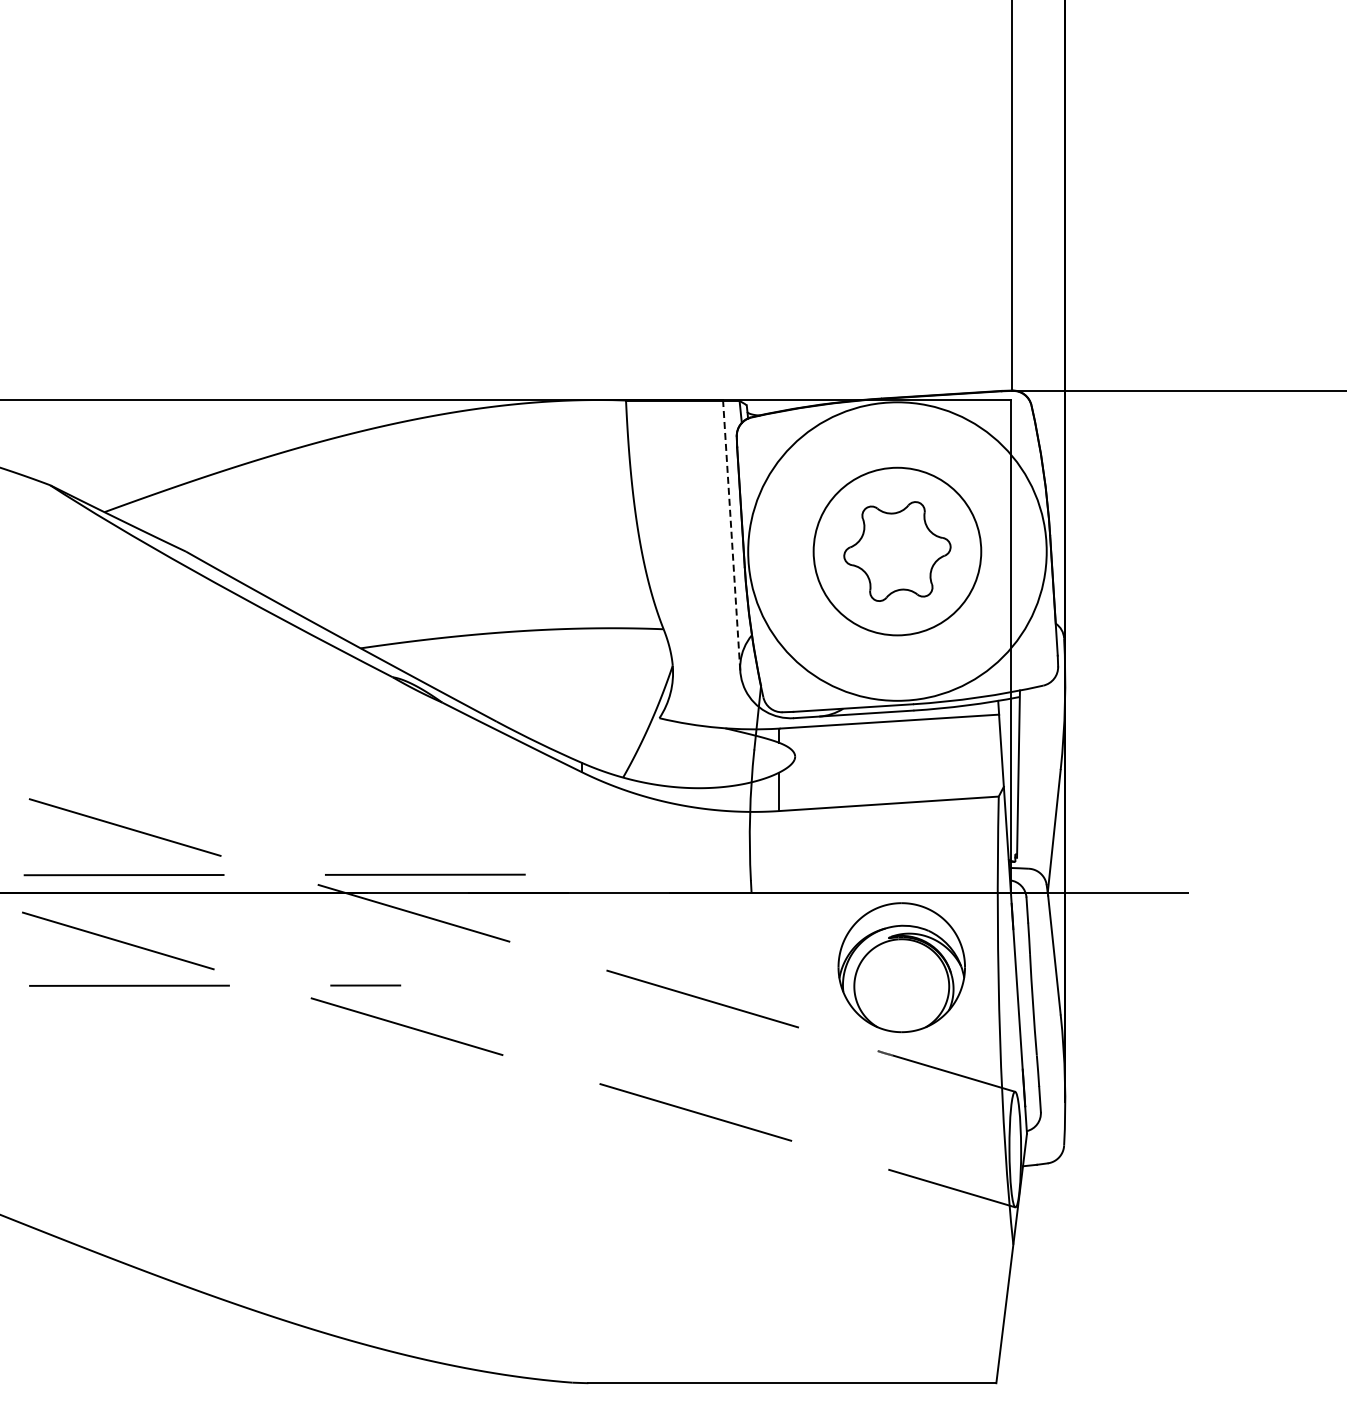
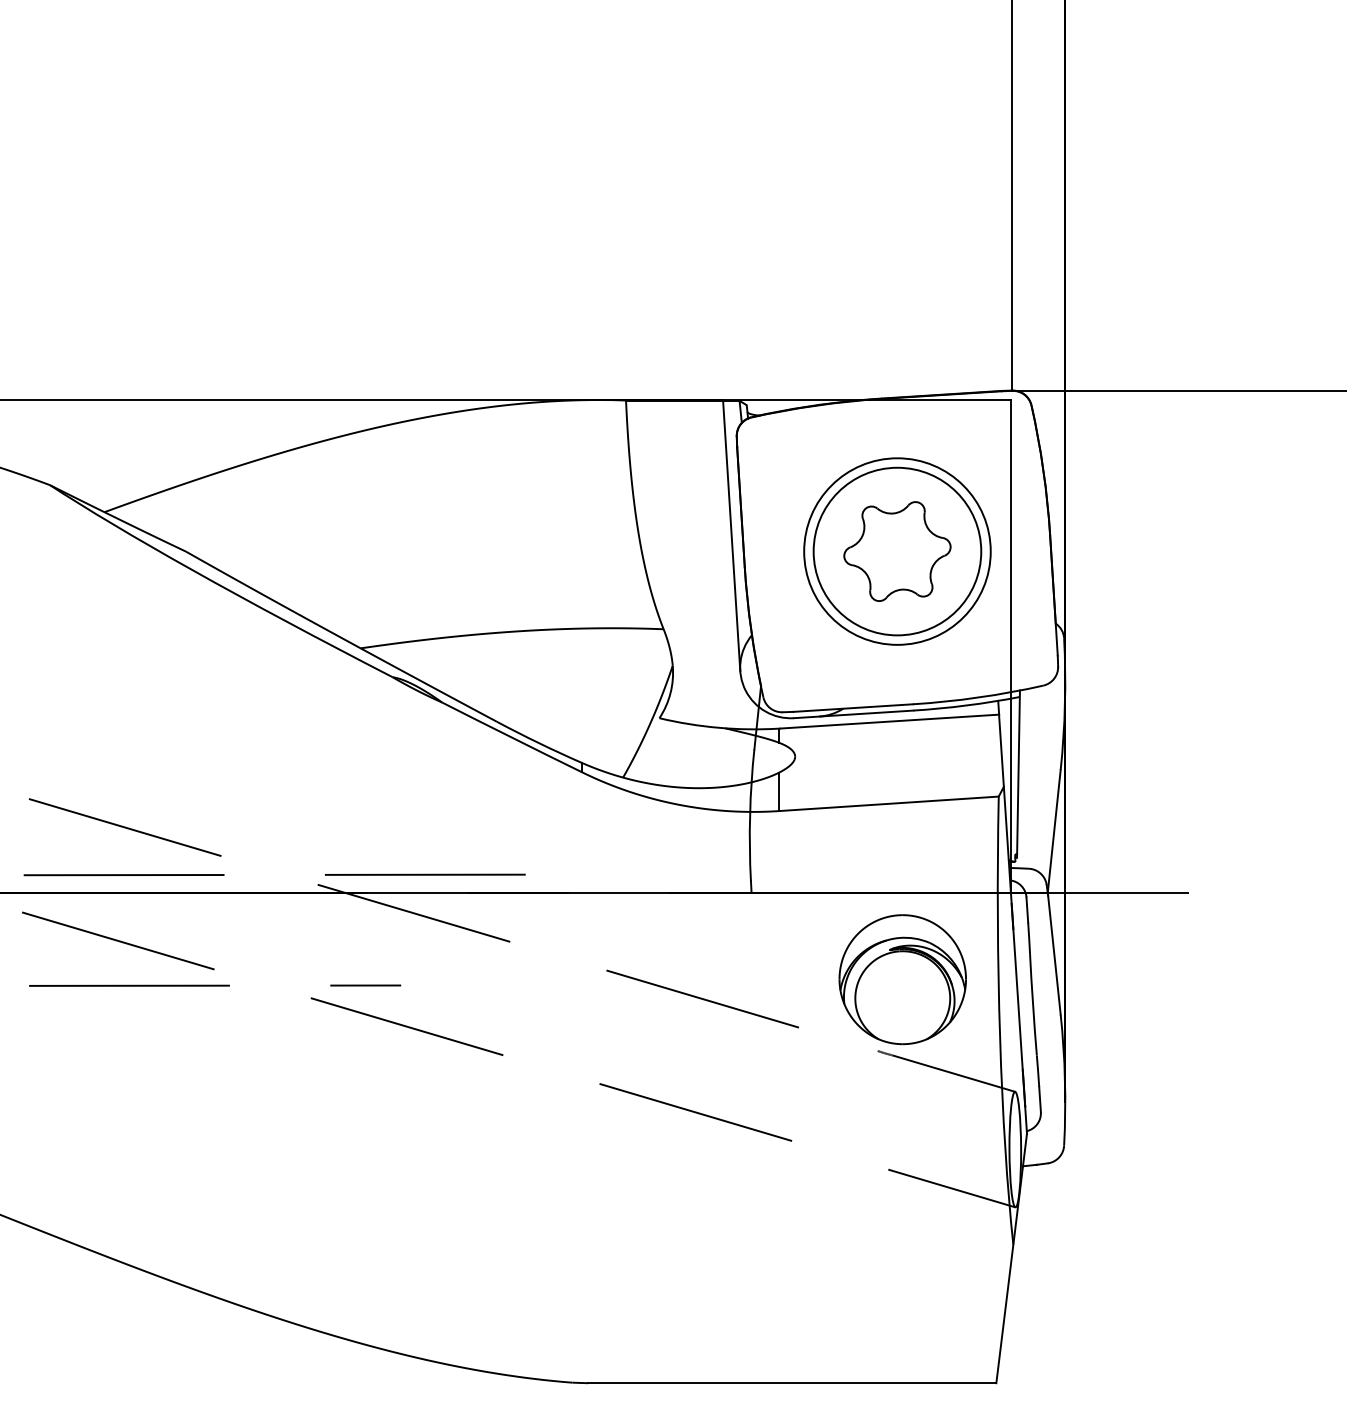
line at (731, 535): dashed -> solid
circle at (897, 551) diameter: 299 px -> 187 px
part at (901, 967) position: (901, 967) -> (902, 979)
